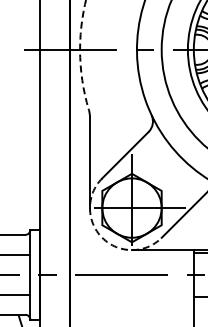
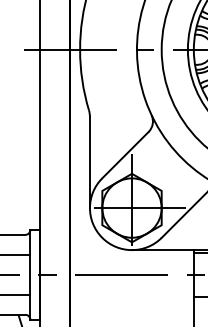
arc at (80, 55): dashed -> solid
arc at (102, 237): dashed -> solid
